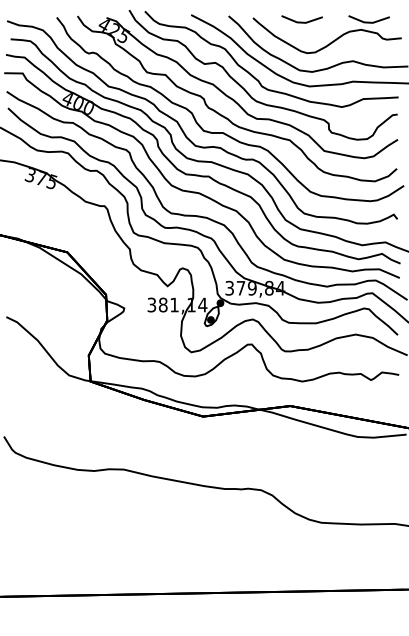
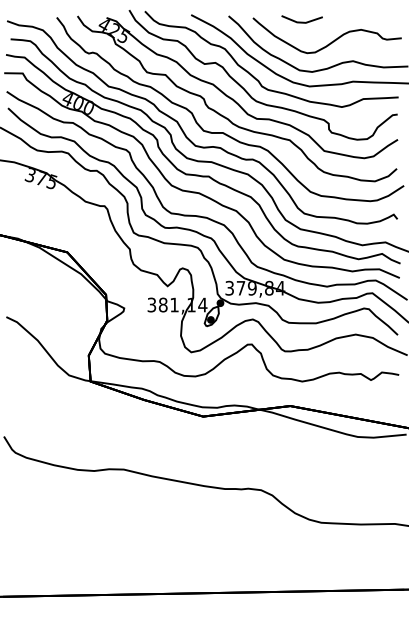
line at (368, 21): present -> none
